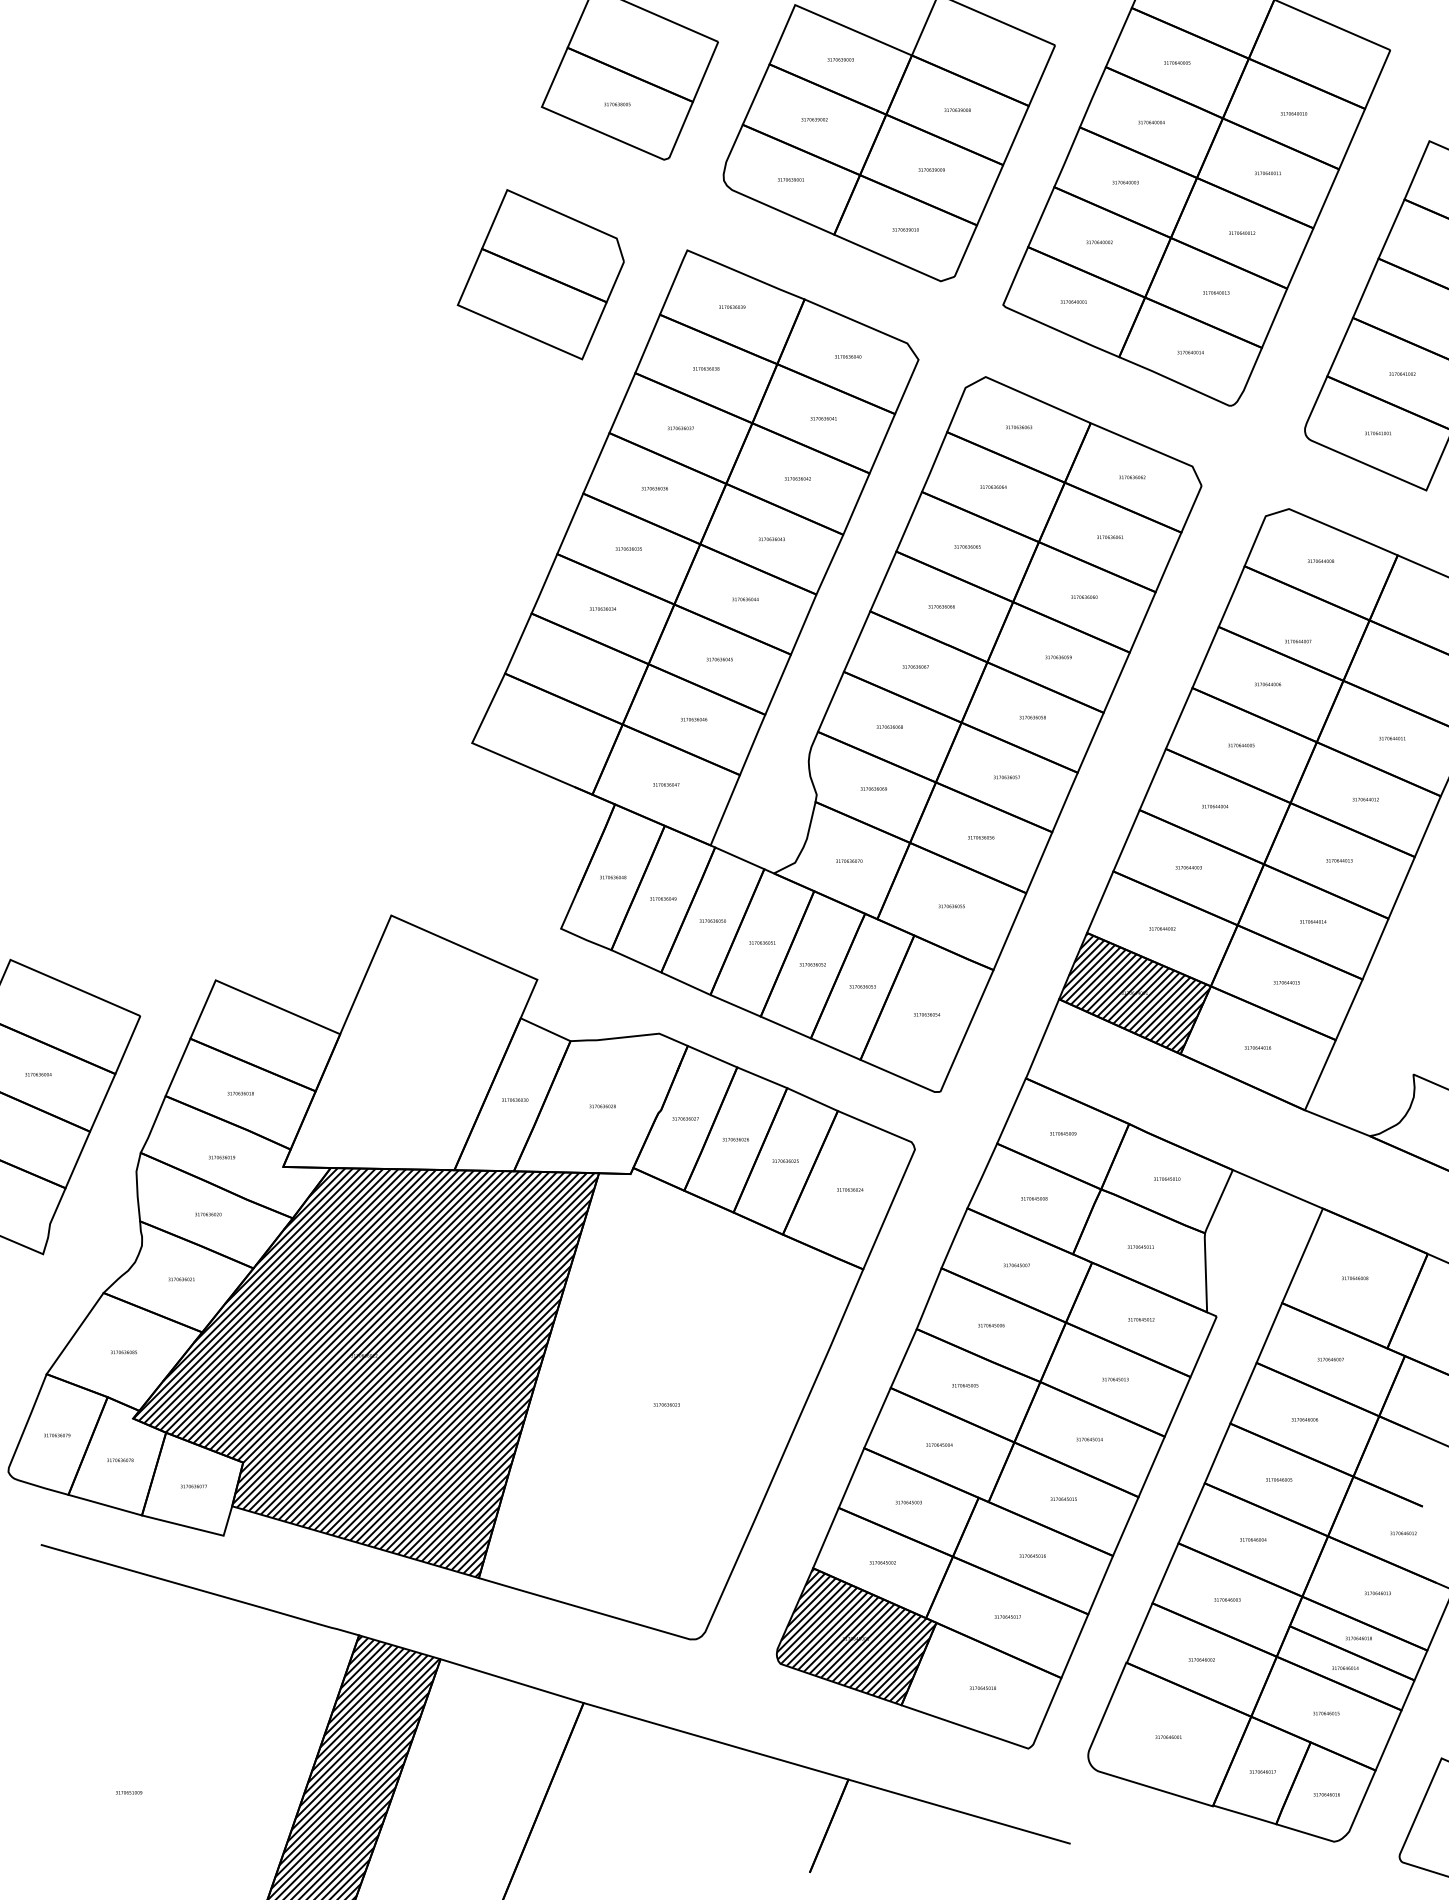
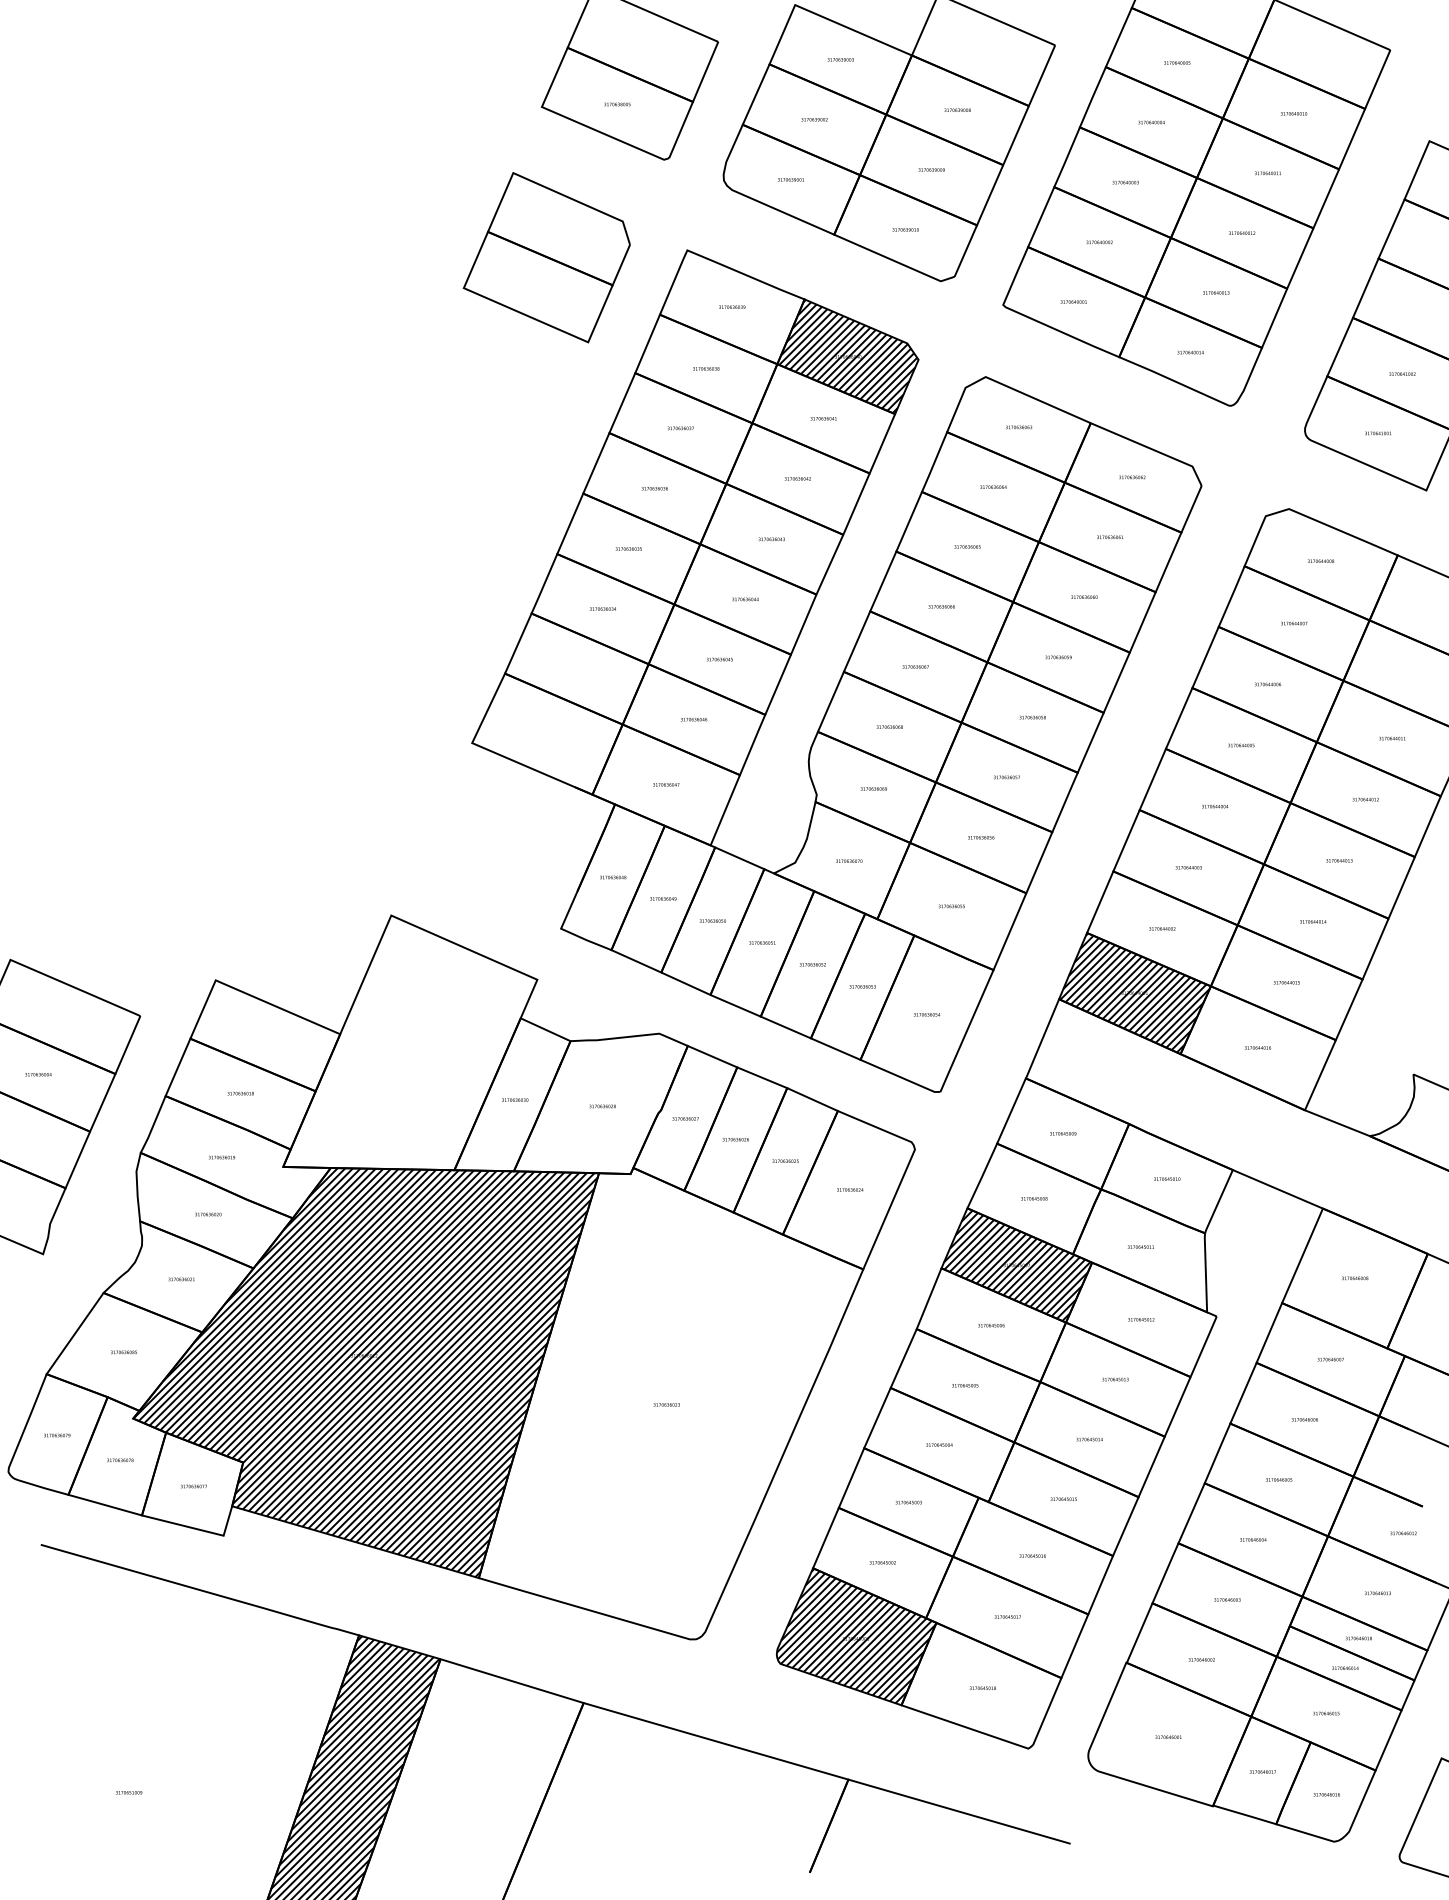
part at (540, 274) position: (540, 274) -> (546, 257)
hatch at (848, 356): none -> present
text at (1298, 641) position: (1298, 641) -> (1294, 623)
hatch at (1017, 1265): none -> present
